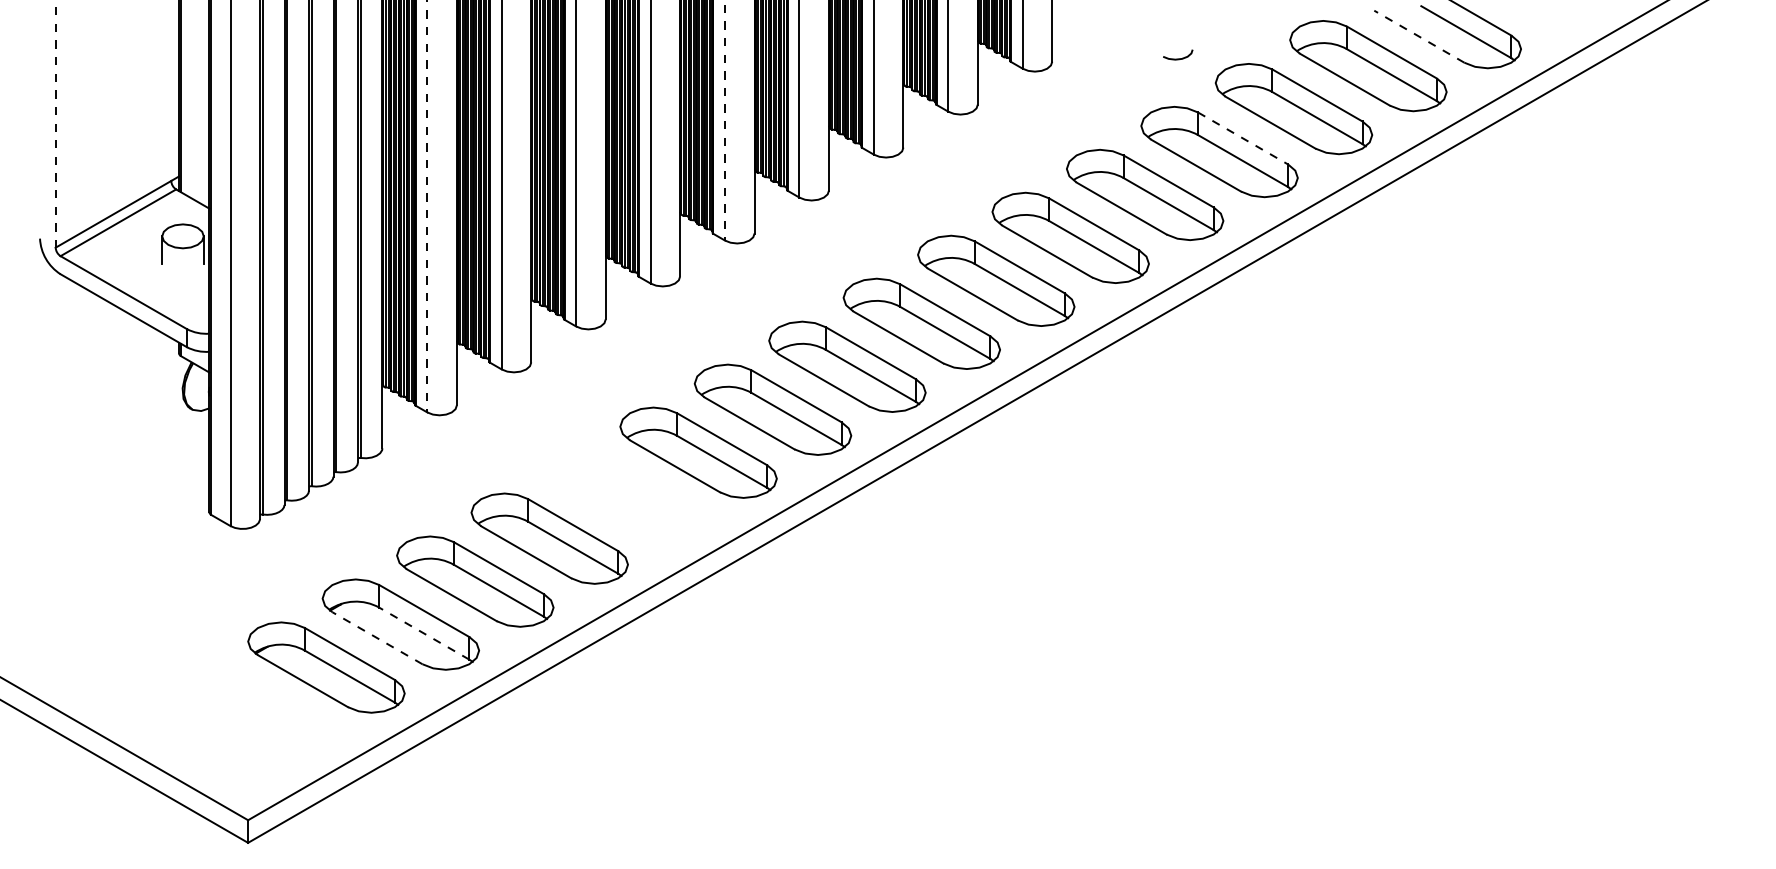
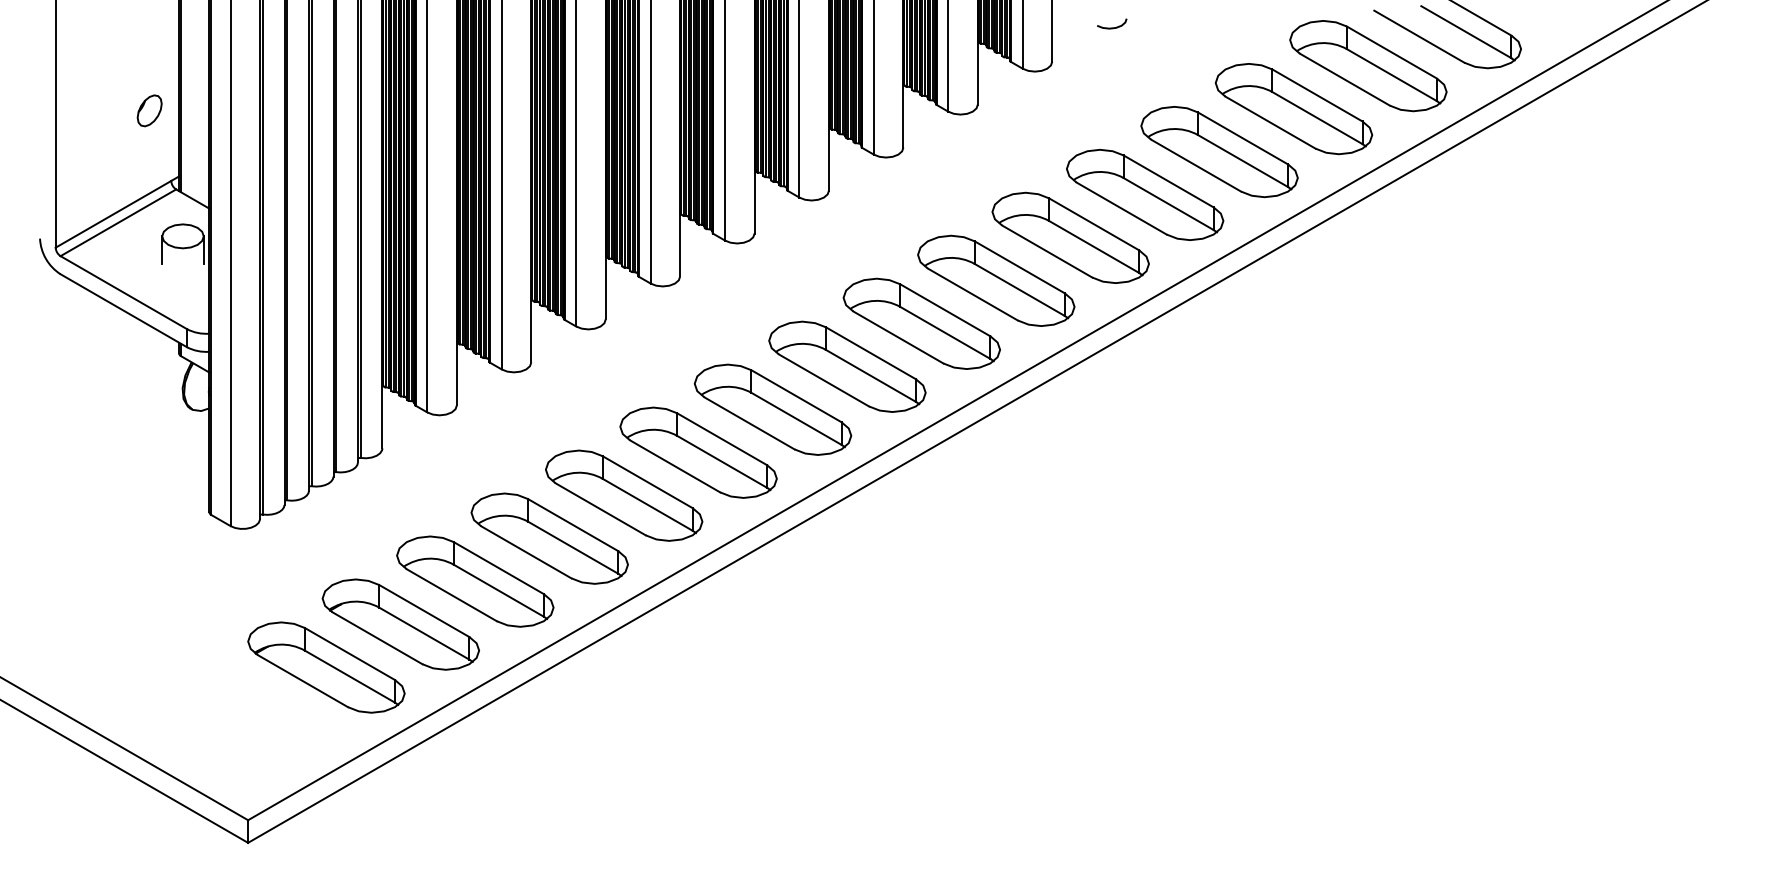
line at (1418, 36): dashed -> solid
curve at (1178, 58) position: (1178, 58) -> (1112, 27)
part at (149, 110): none -> present
line at (725, 120): dashed -> solid
line at (55, 123): dashed -> solid
line at (1243, 138): dashed -> solid
line at (427, 206): dashed -> solid
part at (624, 495): none -> present
line at (423, 633): dashed -> solid
line at (376, 637): dashed -> solid
